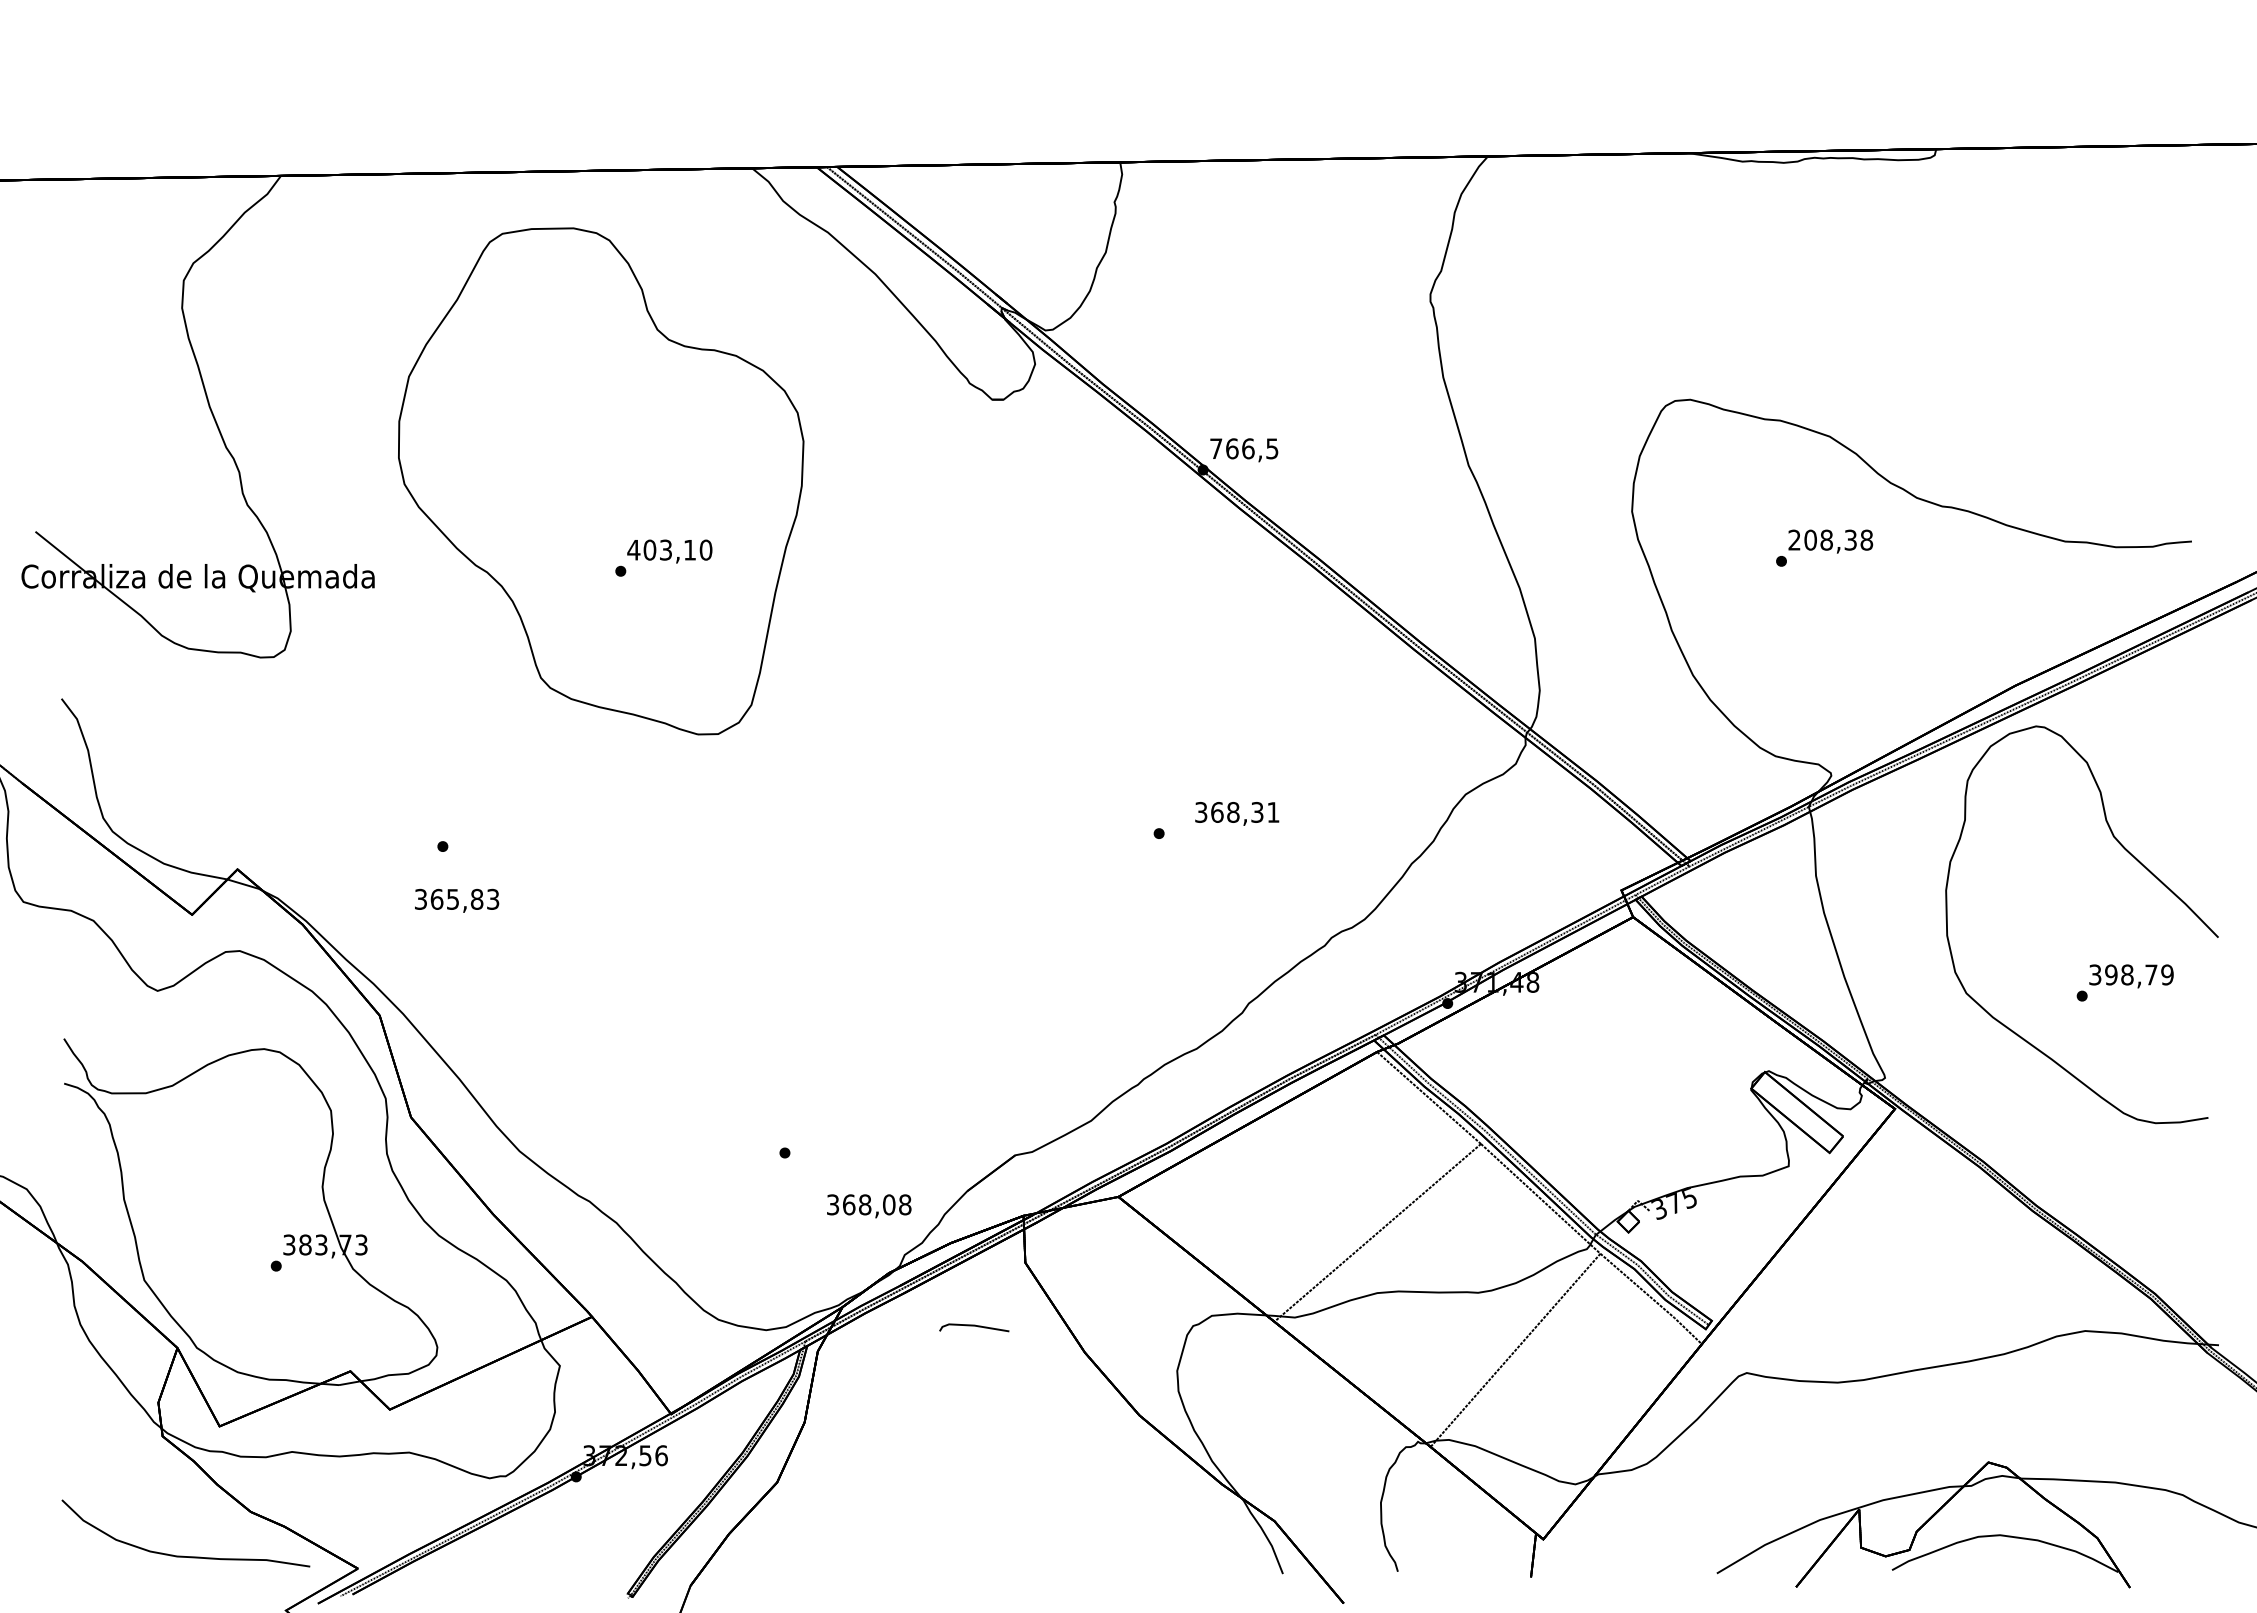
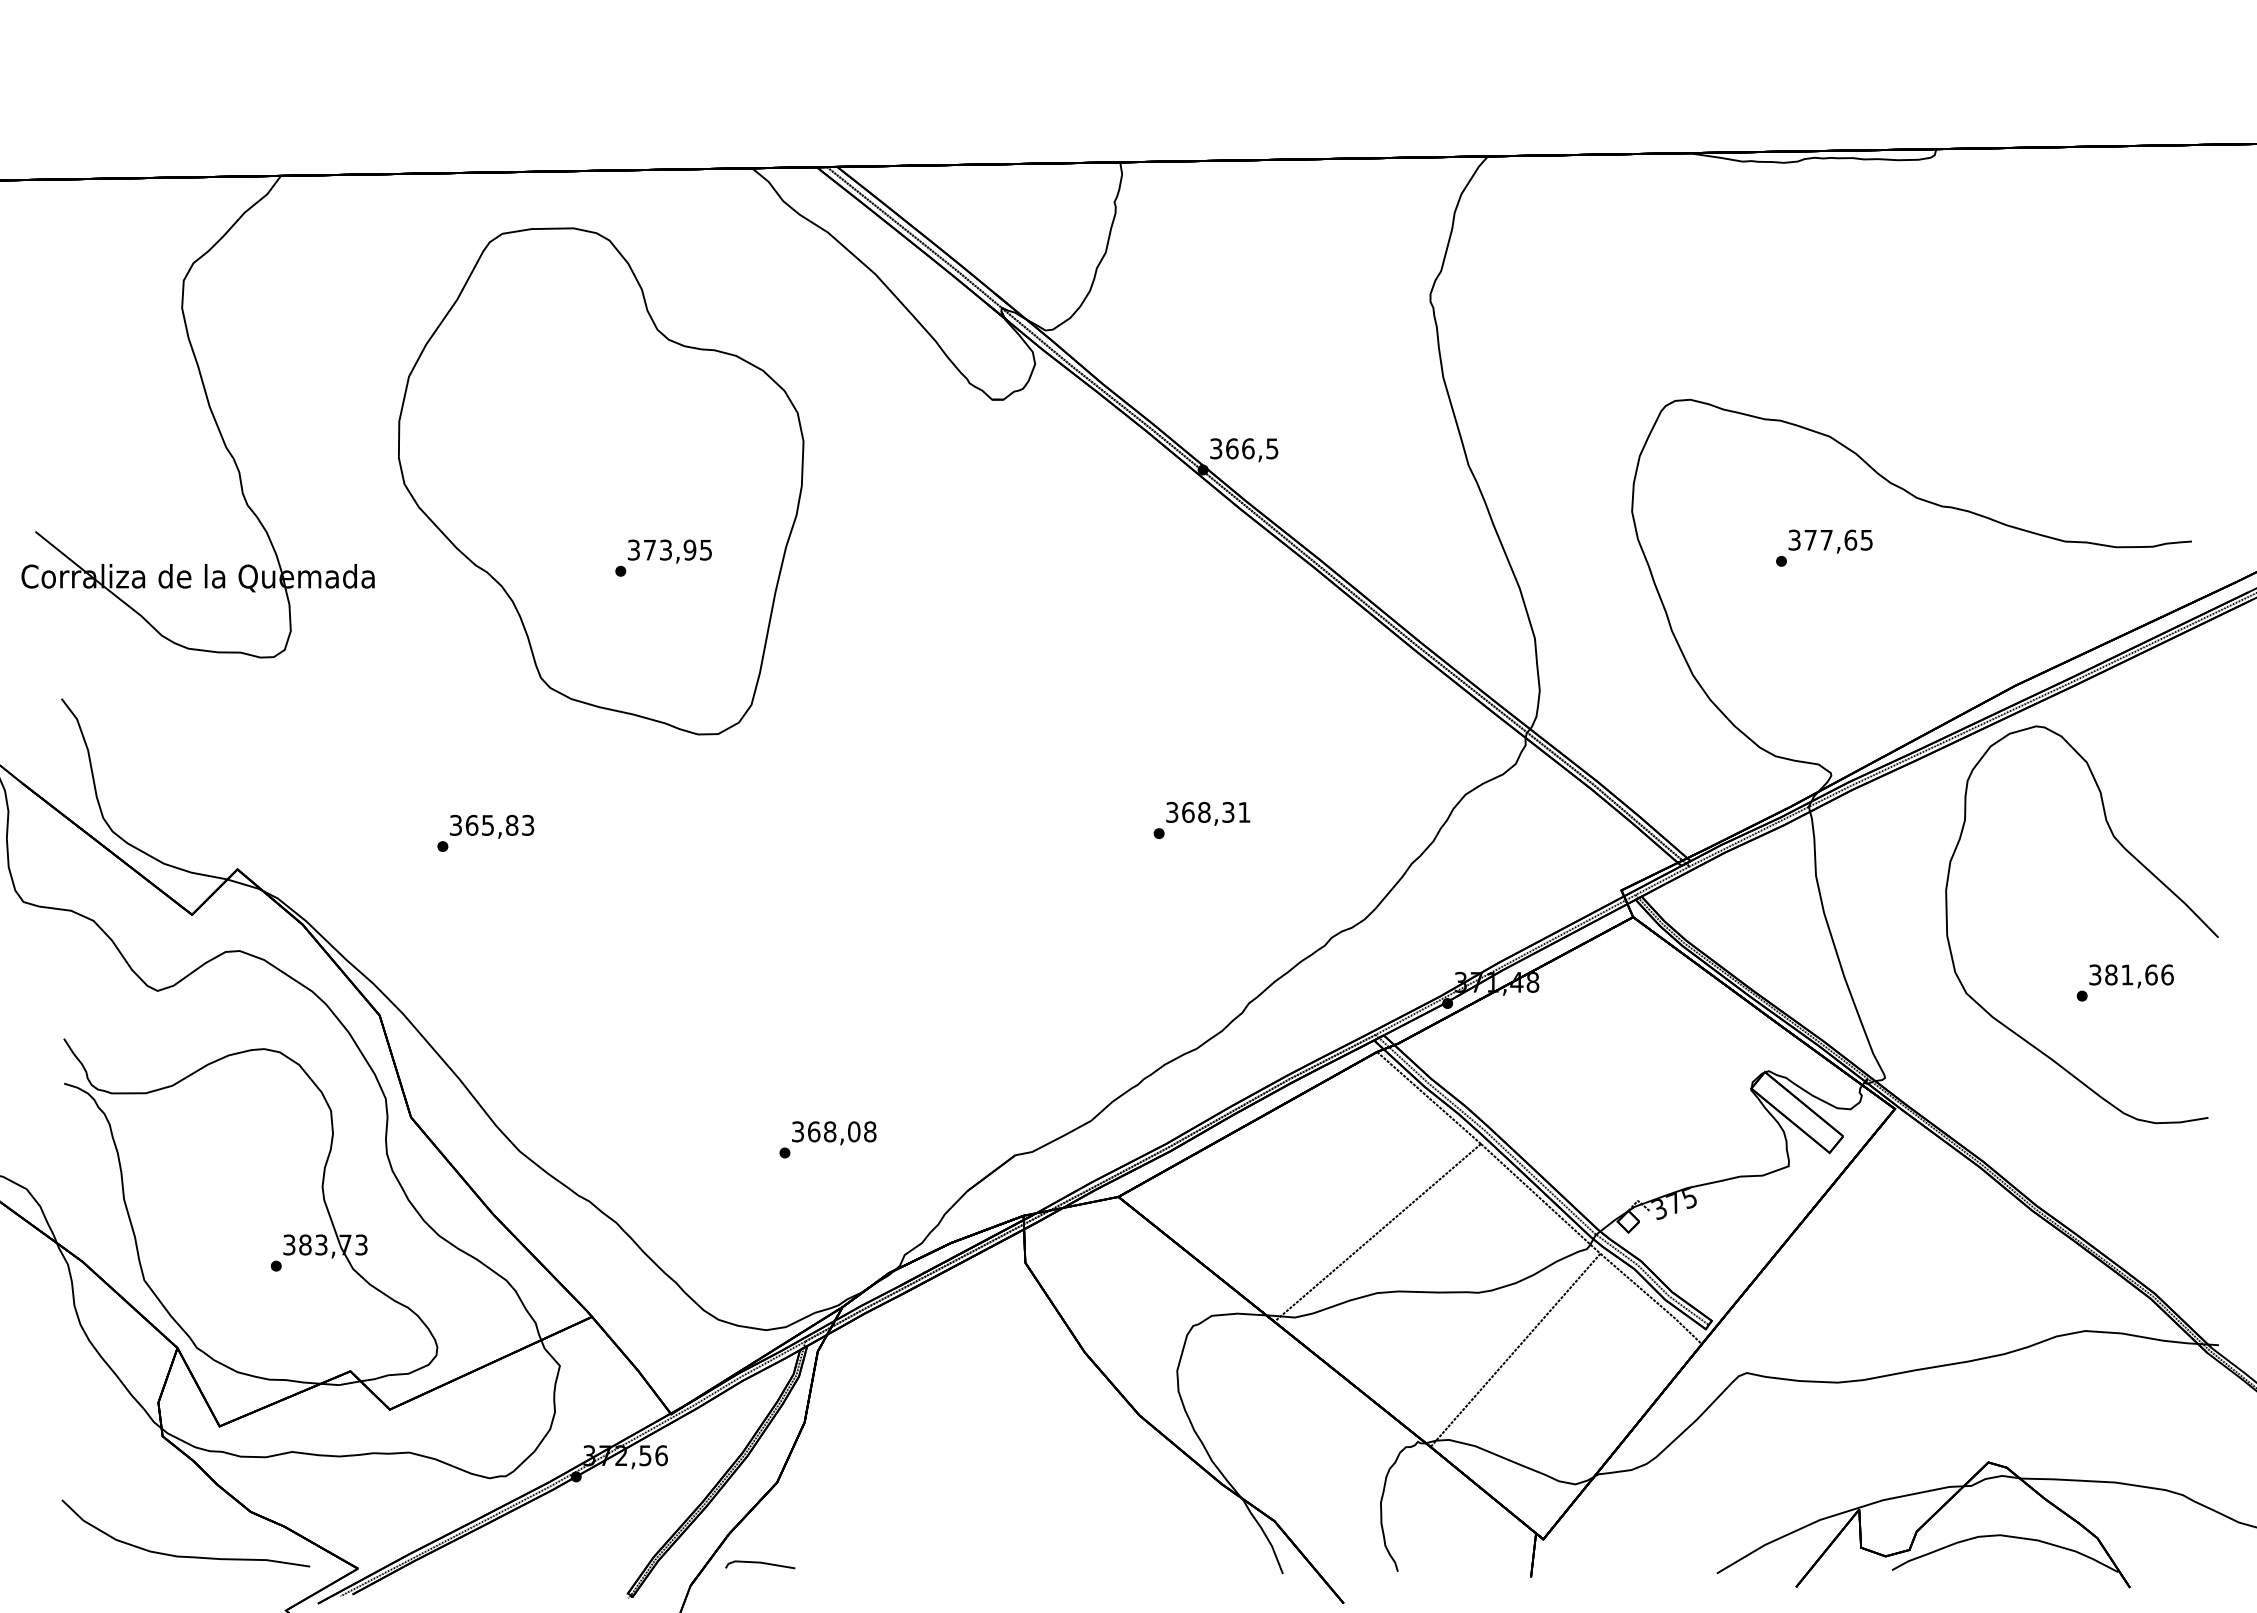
text at (1216, 448): 766,5 -> 366,5
text at (1830, 539): 208,38 -> 377,65
text at (669, 549): 403,10 -> 373,95
text at (1237, 813) position: (1237, 813) -> (1208, 813)
text at (457, 900) position: (457, 900) -> (492, 826)
text at (2139, 974): 398,79 -> 381,66
text at (869, 1206) position: (869, 1206) -> (834, 1133)
line at (974, 1326) position: (974, 1326) -> (760, 1563)
